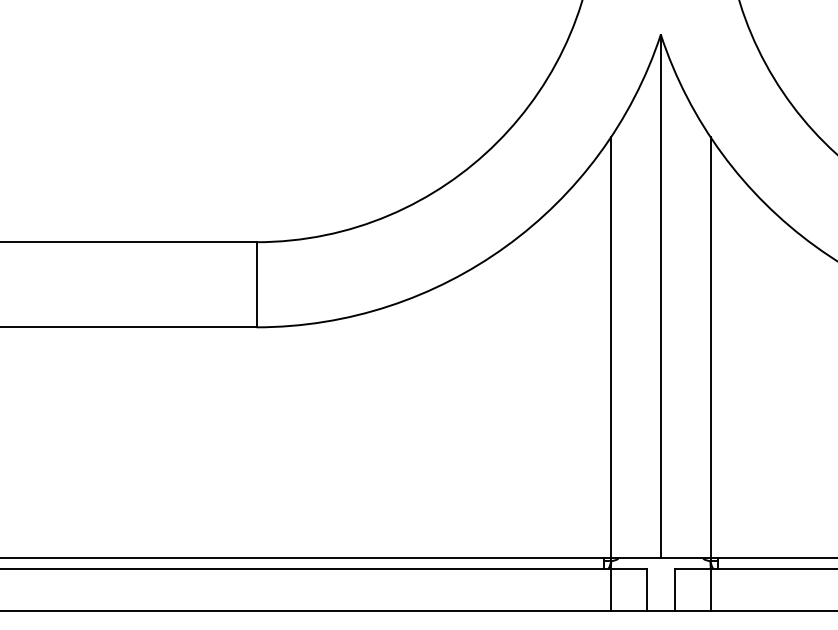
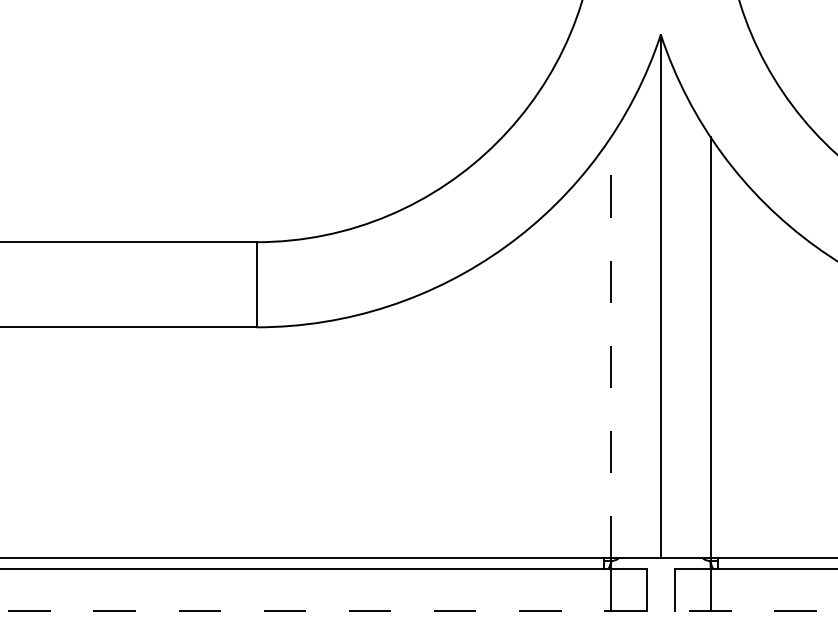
line at (611, 347): solid -> dashed
line at (419, 611): solid -> dashed
